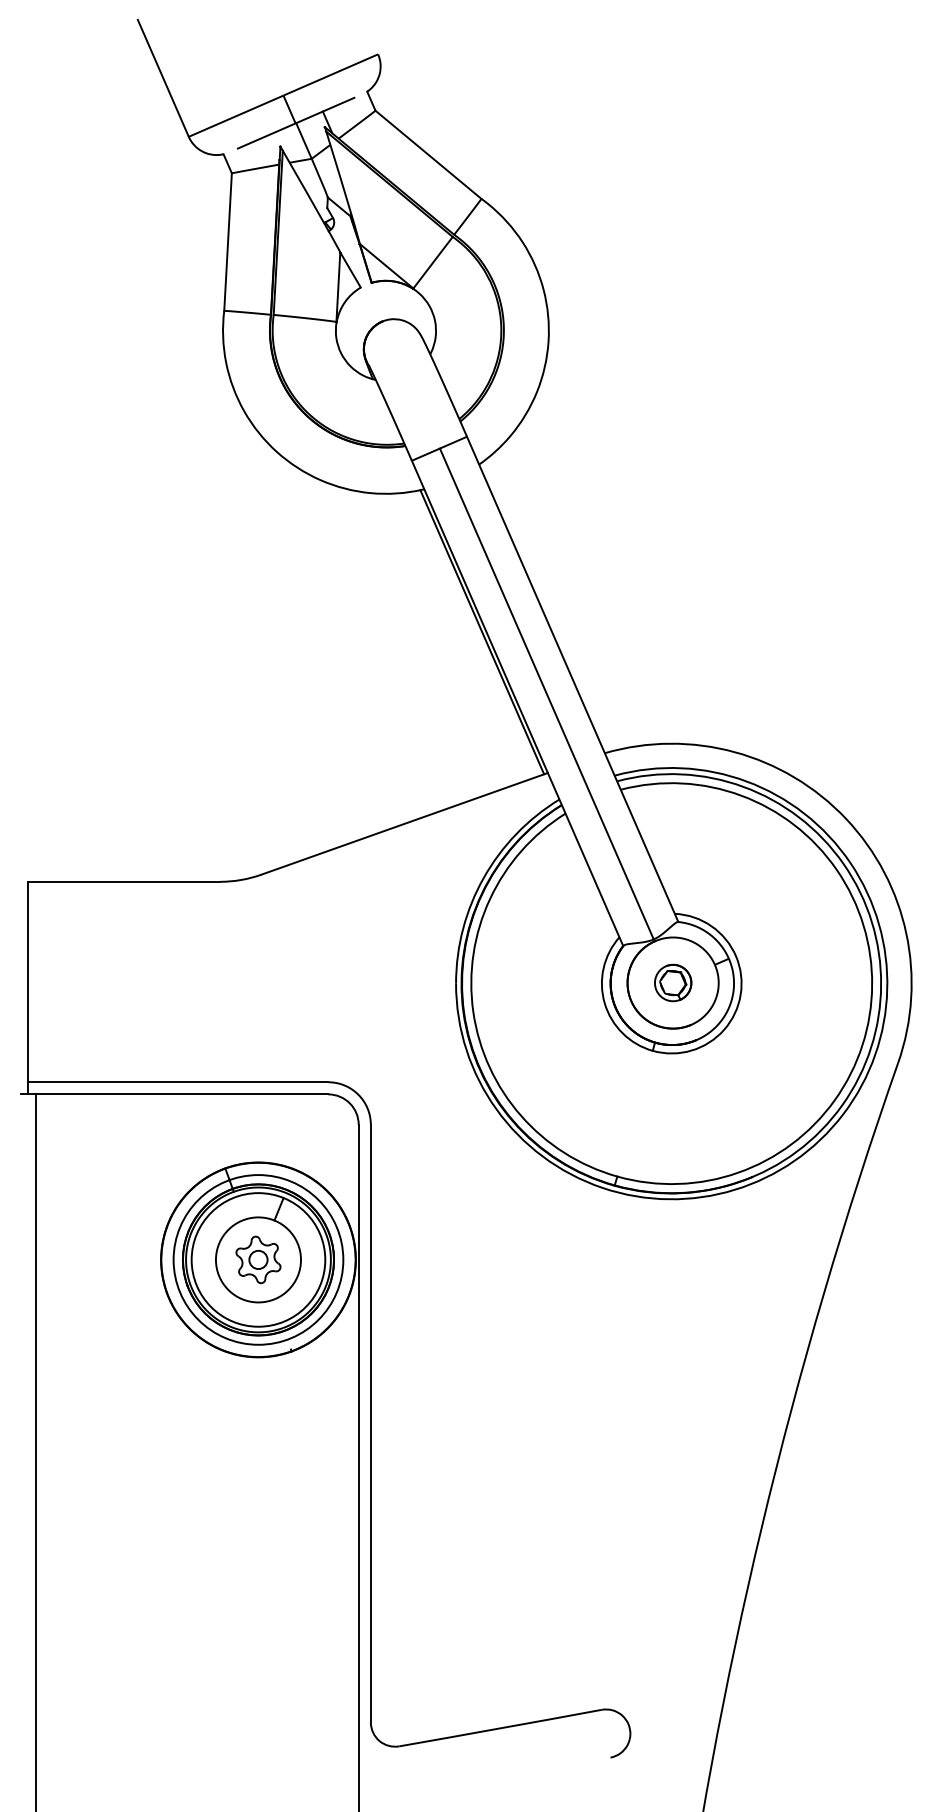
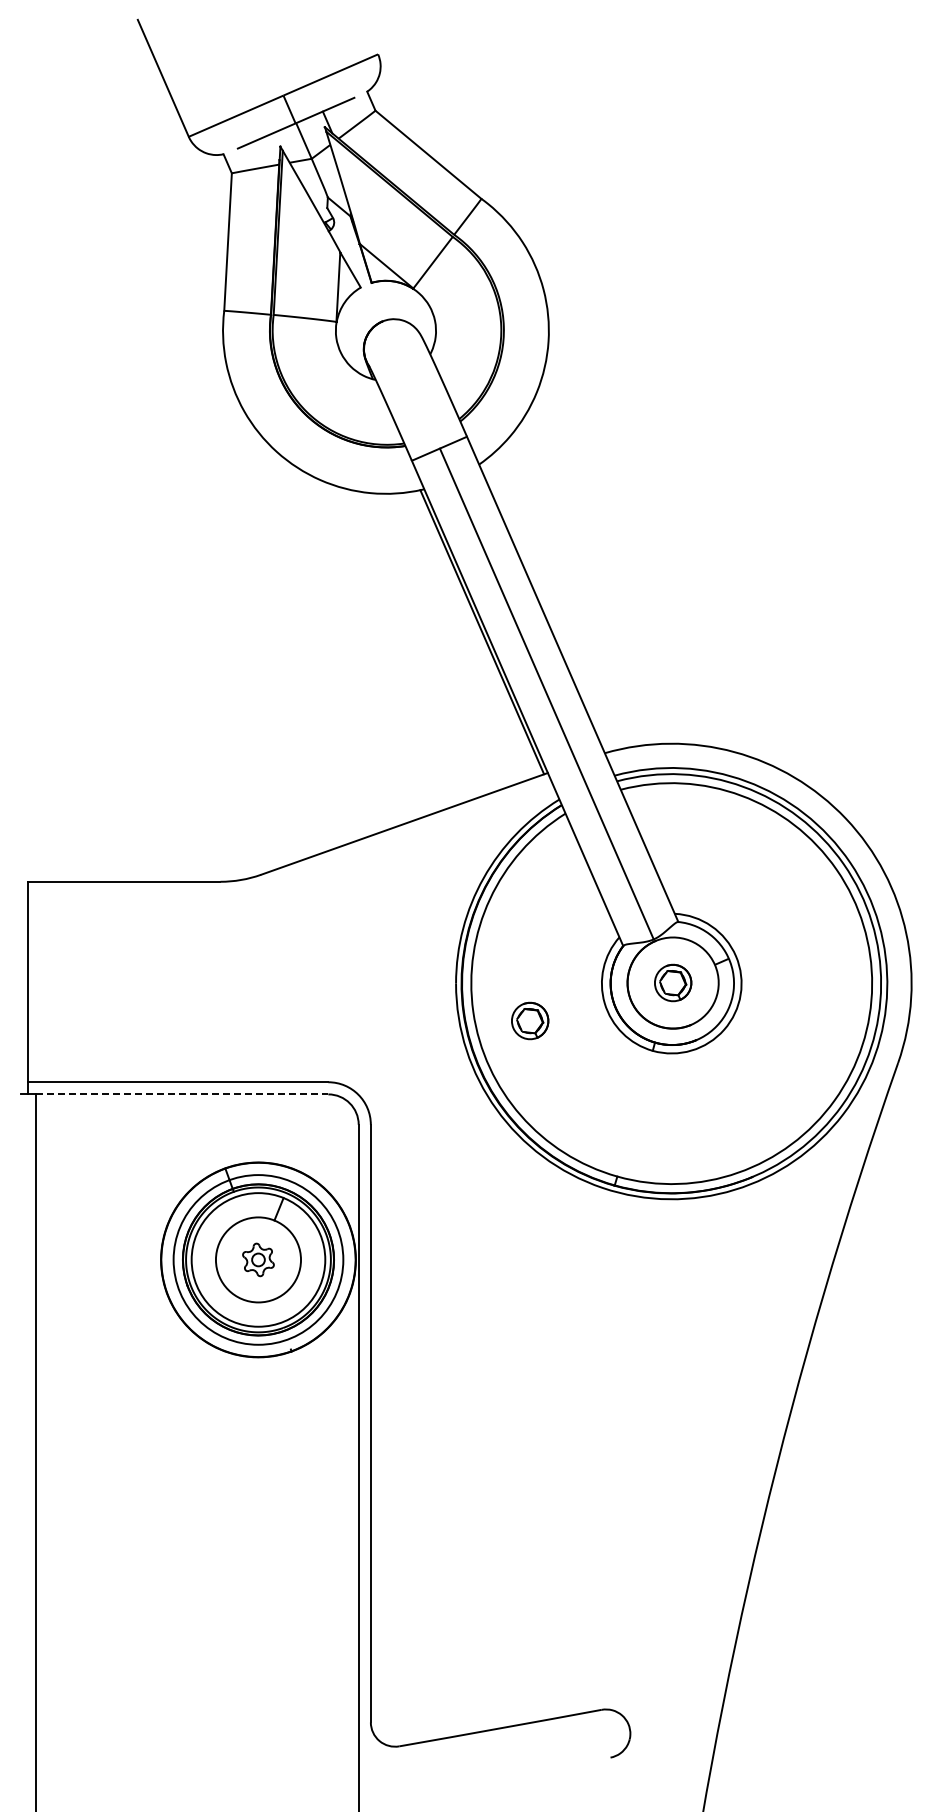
part at (530, 1020): none -> present
line at (182, 1094): solid -> dashed
part at (258, 1259) size: 47x50 px -> 33x36 px
